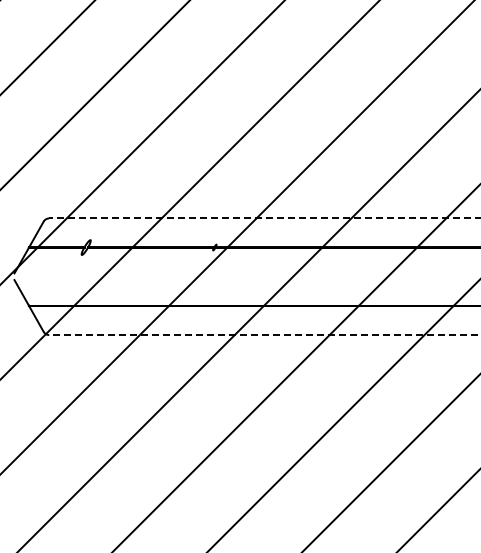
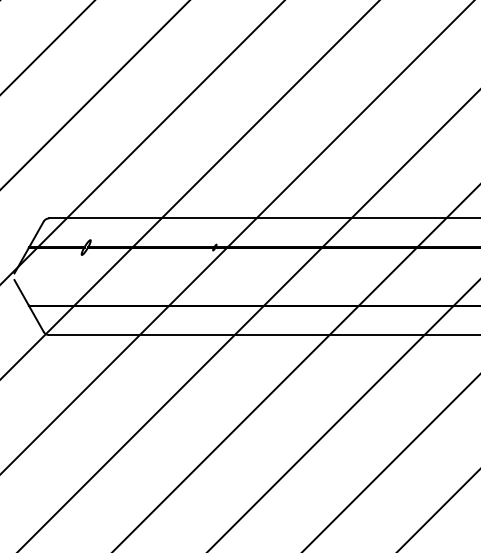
line at (265, 218): dashed -> solid
line at (264, 335): dashed -> solid
